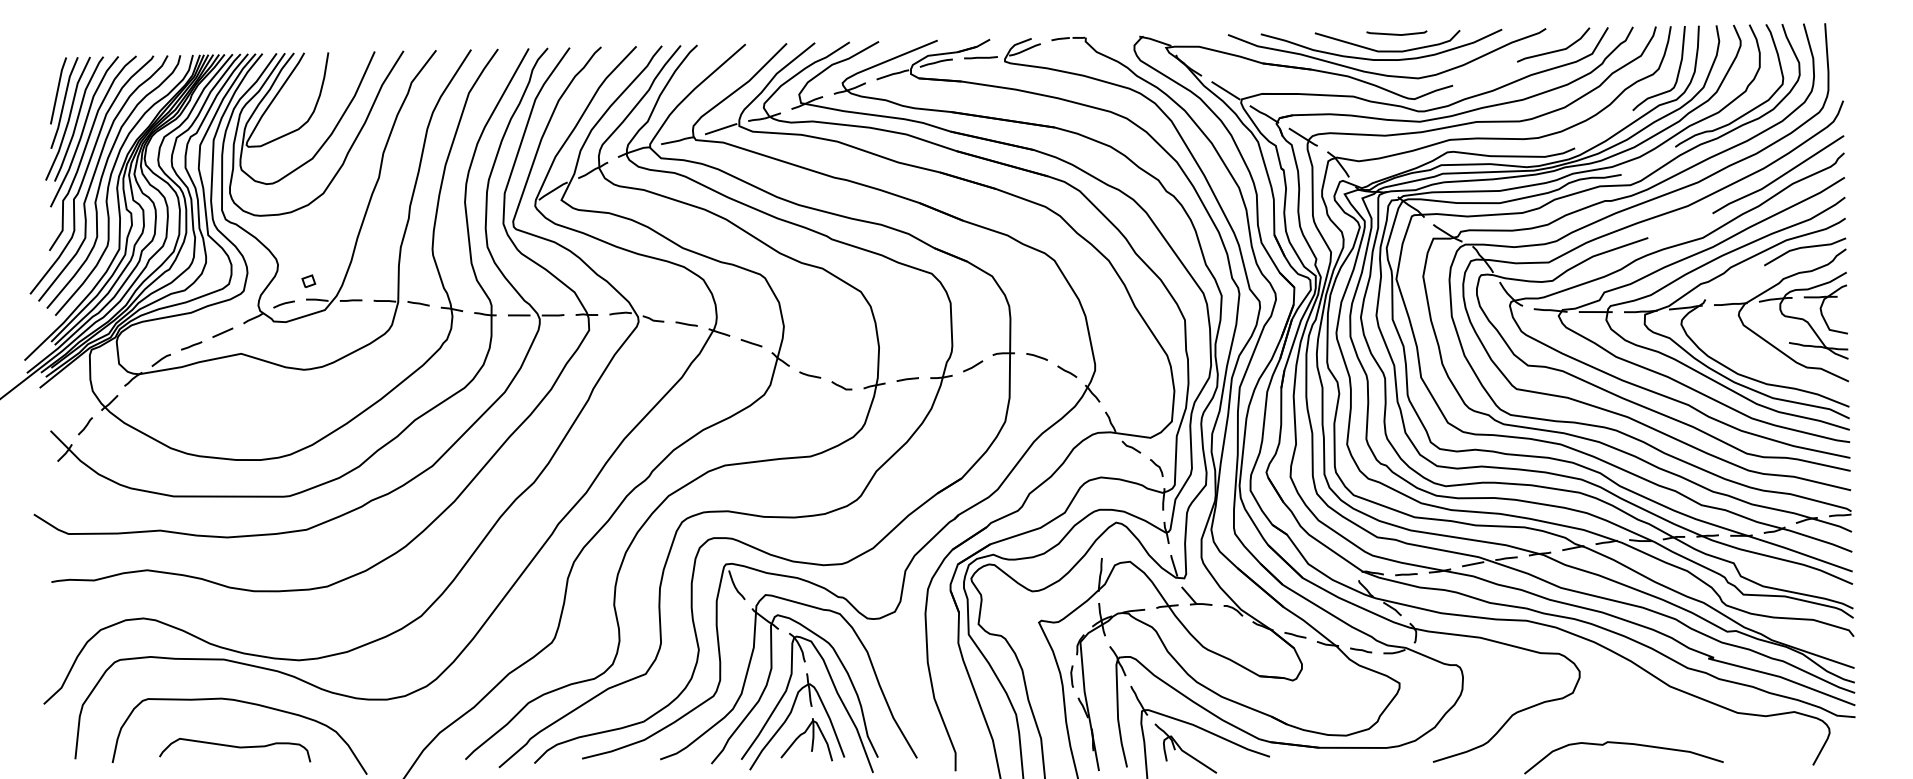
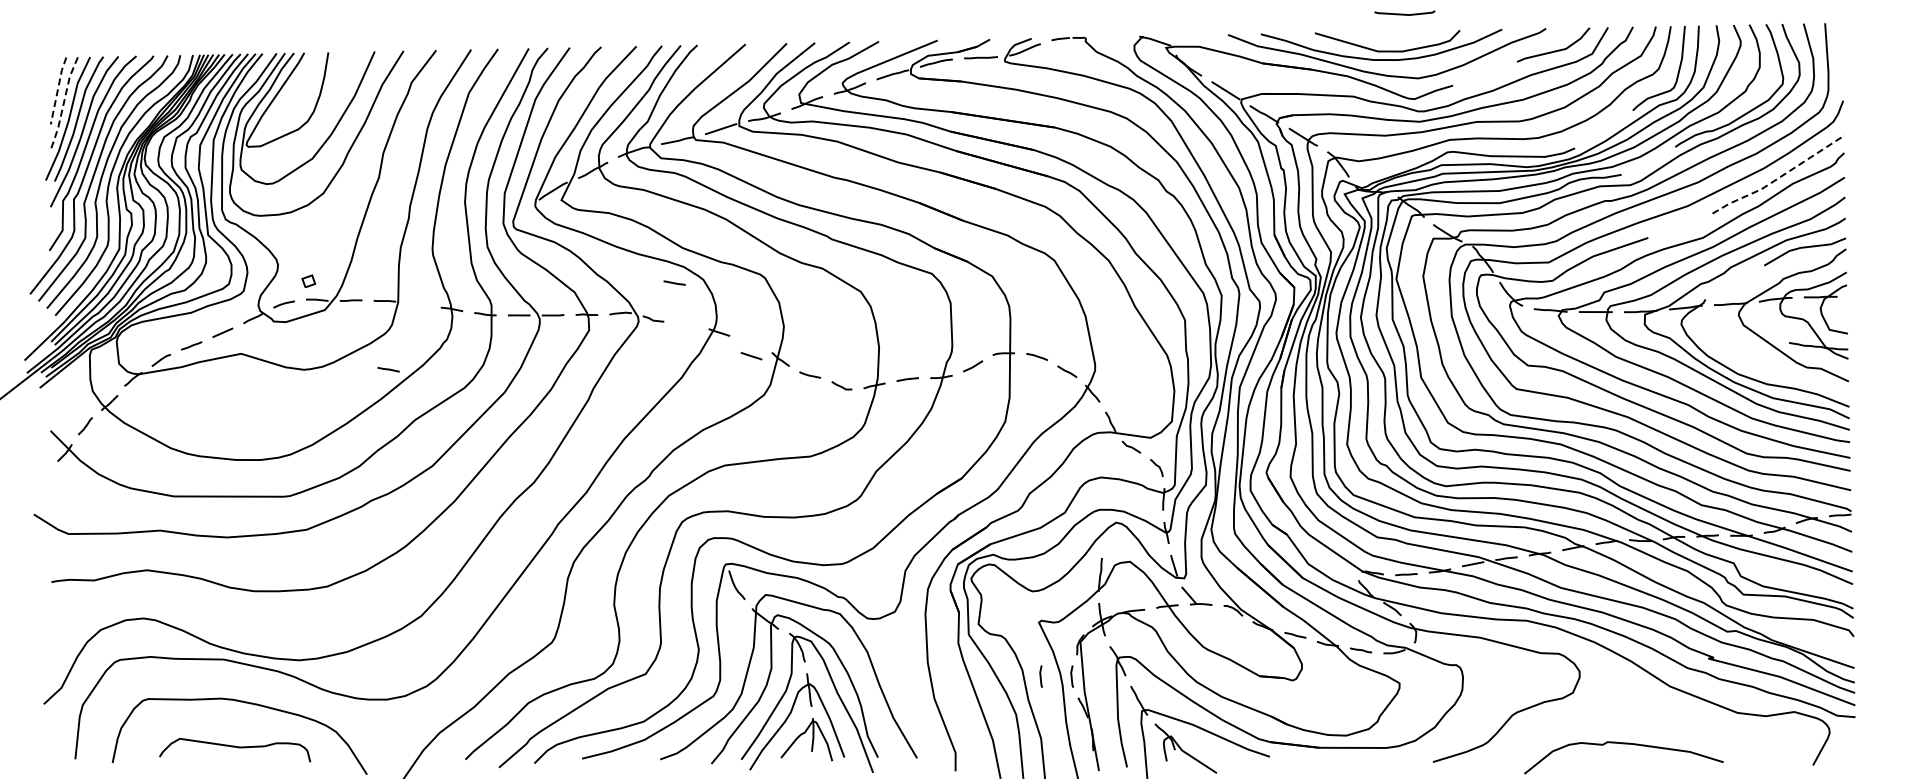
line at (1396, 33) position: (1396, 33) -> (1404, 13)
line at (57, 90): solid -> dashed
line at (63, 102): solid -> dashed
line at (1779, 177): solid -> dashed
line at (418, 303) position: (418, 303) -> (388, 369)
line at (686, 323) position: (686, 323) -> (674, 282)
line at (751, 343) position: (751, 343) -> (751, 356)
line at (1040, 676): none -> present
